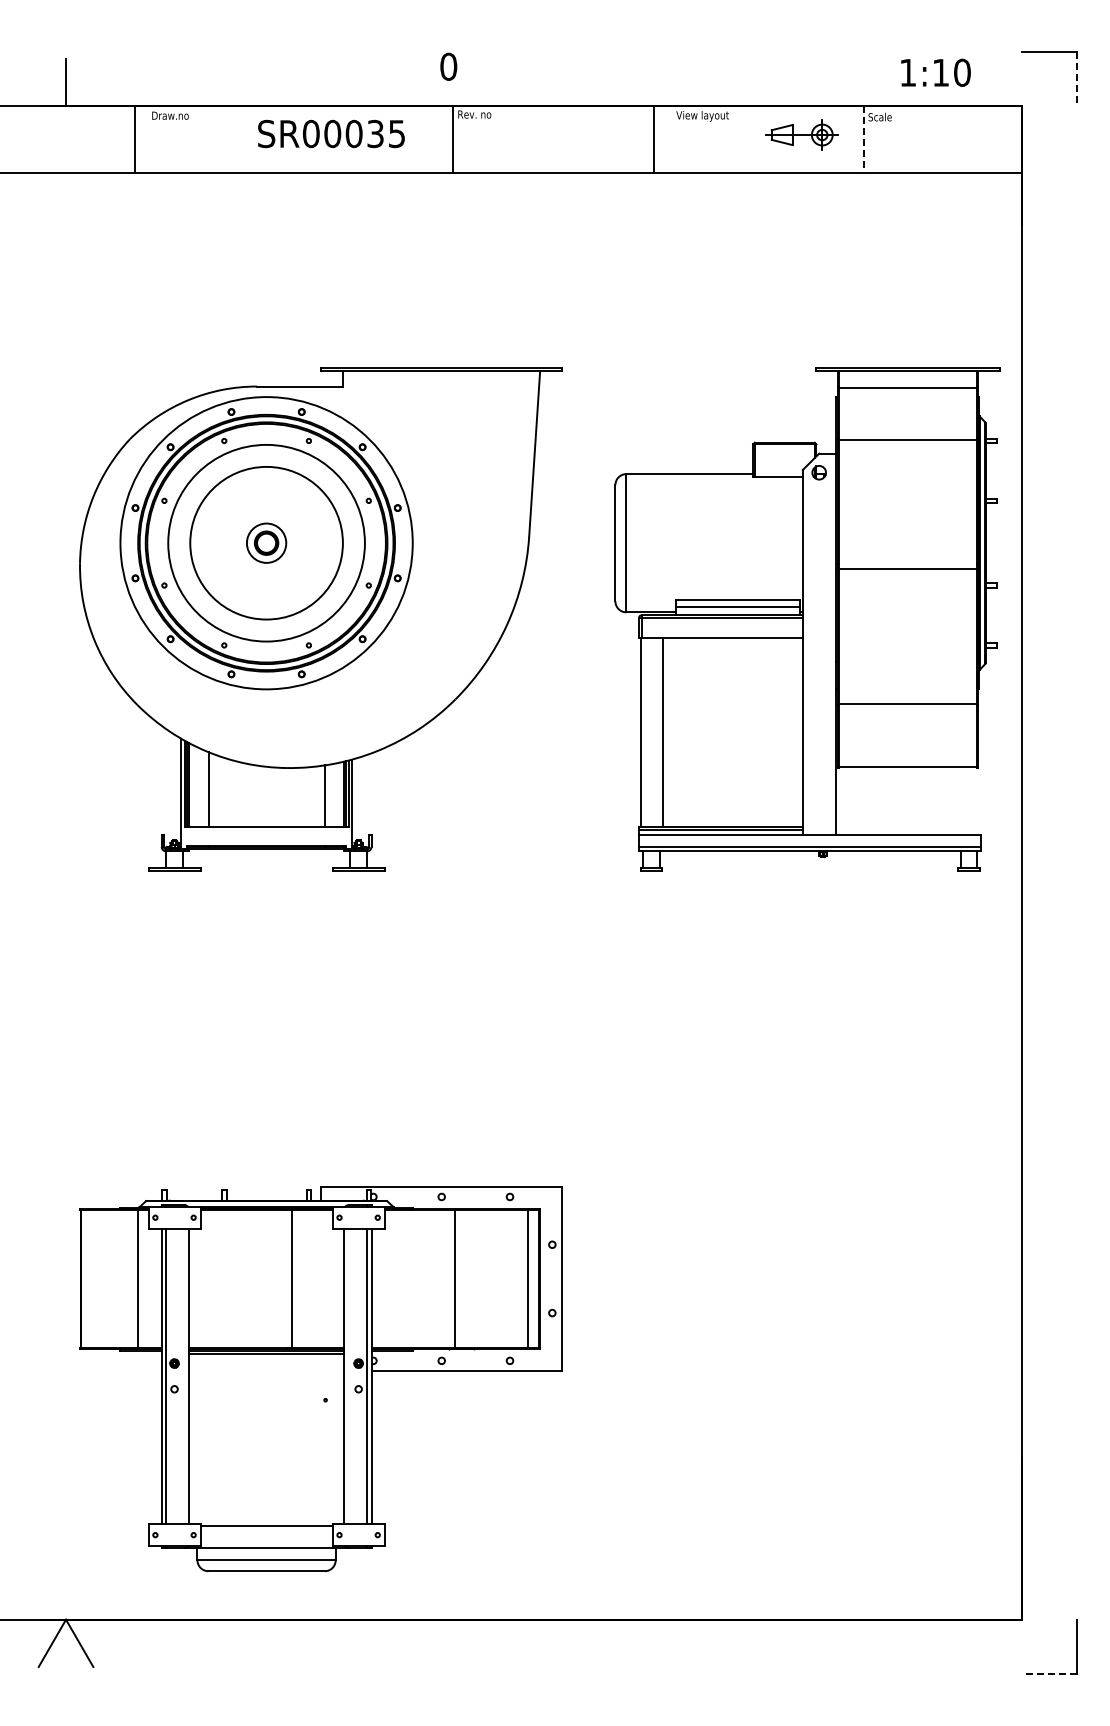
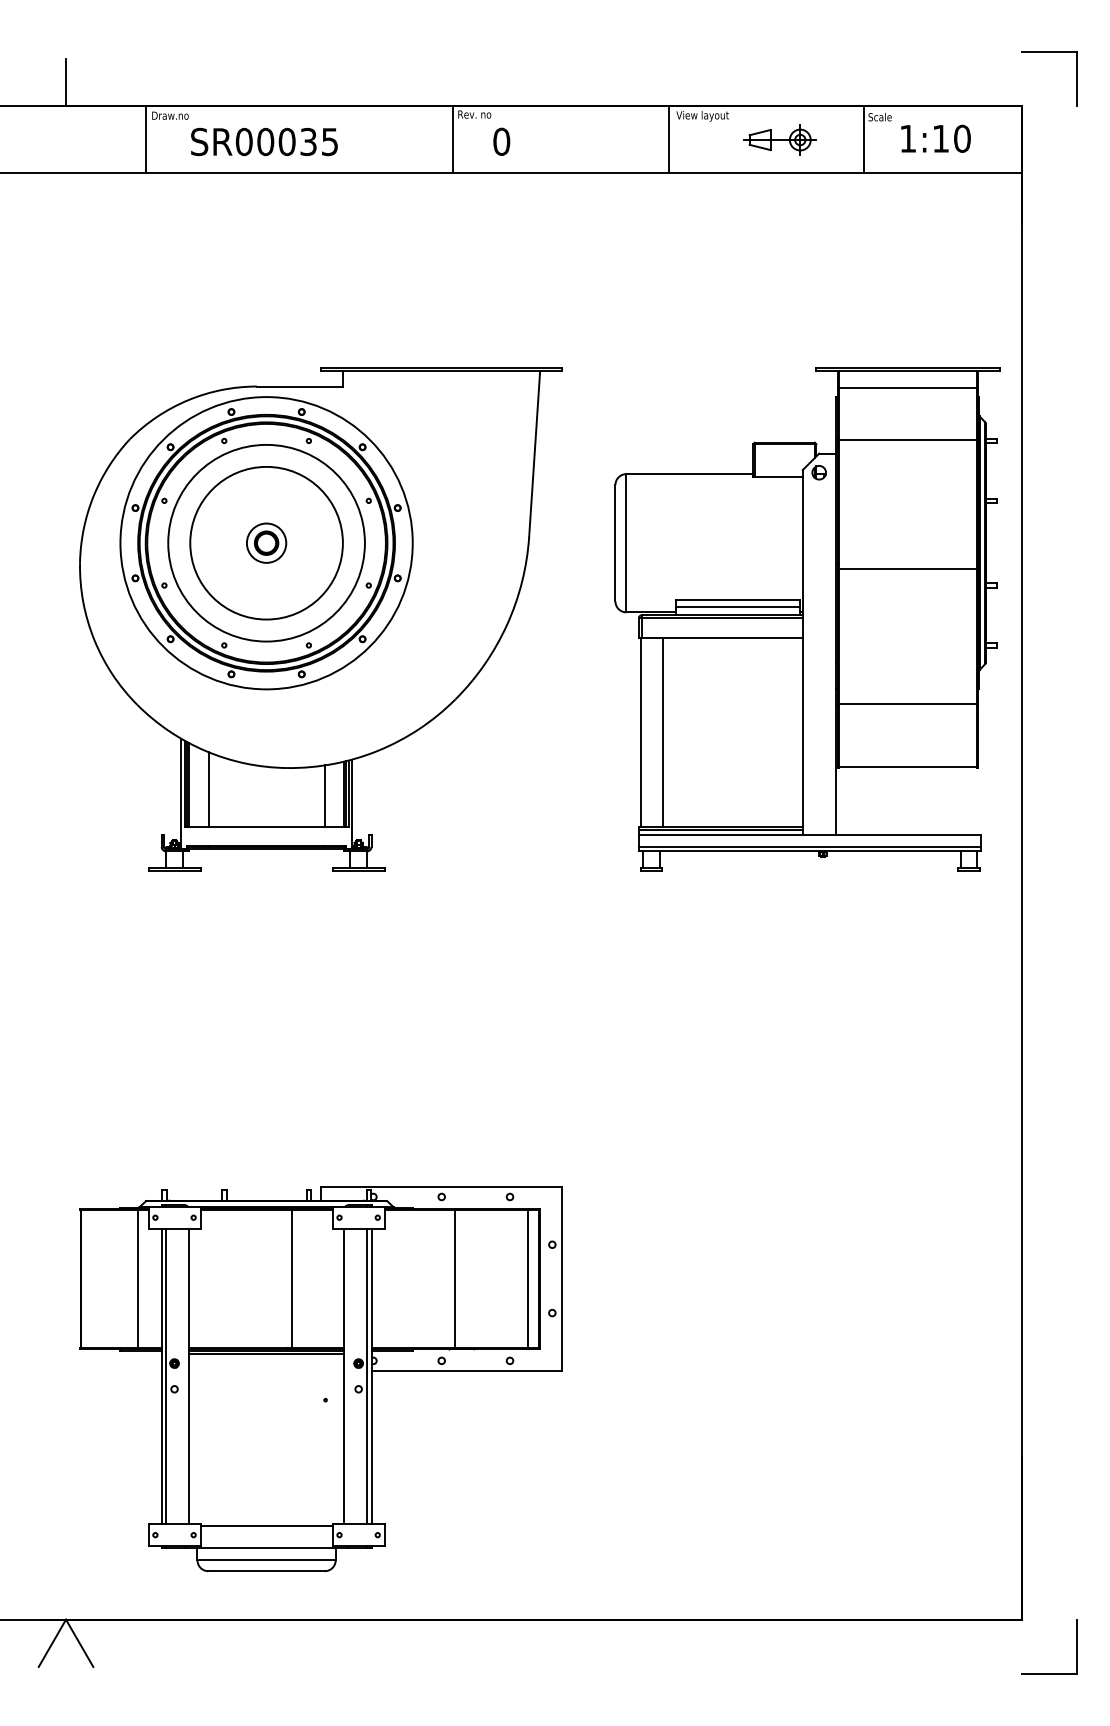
text at (448, 66) position: (448, 66) -> (501, 141)
text at (935, 72) position: (935, 72) -> (935, 138)
line at (1076, 79): dashed -> solid
text at (331, 133) position: (331, 133) -> (264, 141)
part at (801, 134) position: (801, 134) -> (779, 139)
line at (134, 139) position: (134, 139) -> (145, 139)
line at (653, 139) position: (653, 139) -> (668, 139)
line at (863, 139): dashed -> solid
line at (1048, 1674): dashed -> solid
